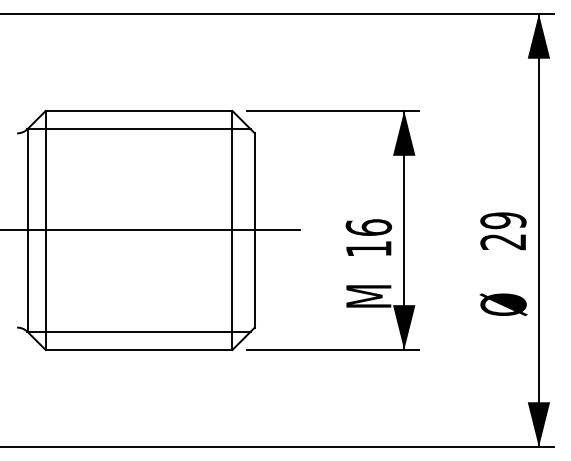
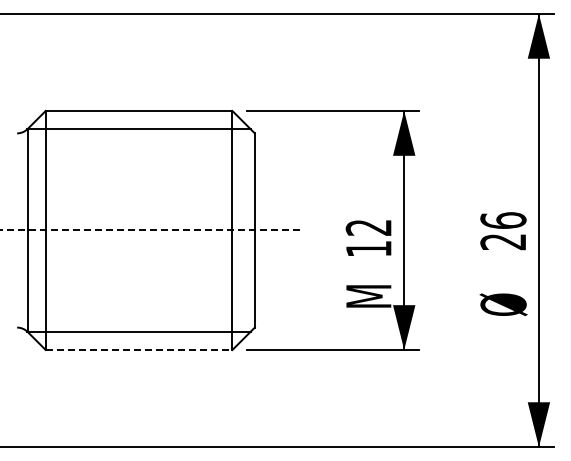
text at (503, 220): 29 -> 26
text at (368, 227): 16 -> 12
line at (150, 230): solid -> dashed
line at (139, 350): solid -> dashed
